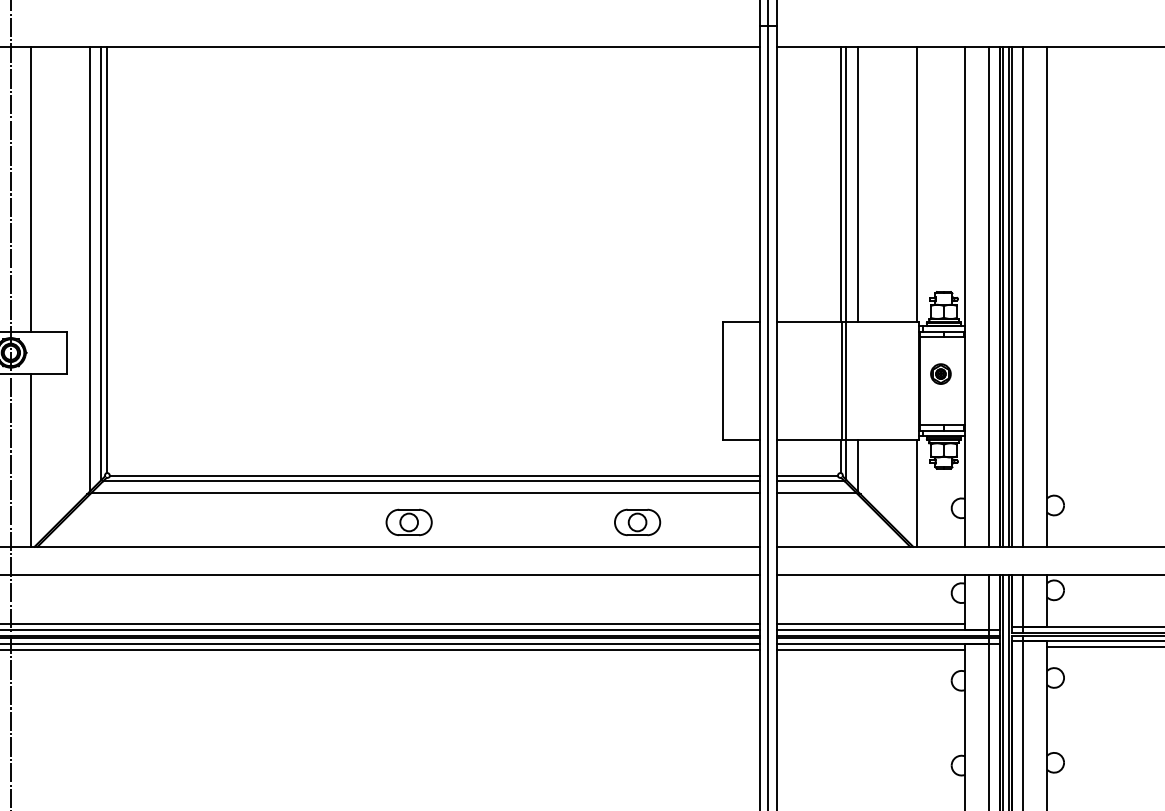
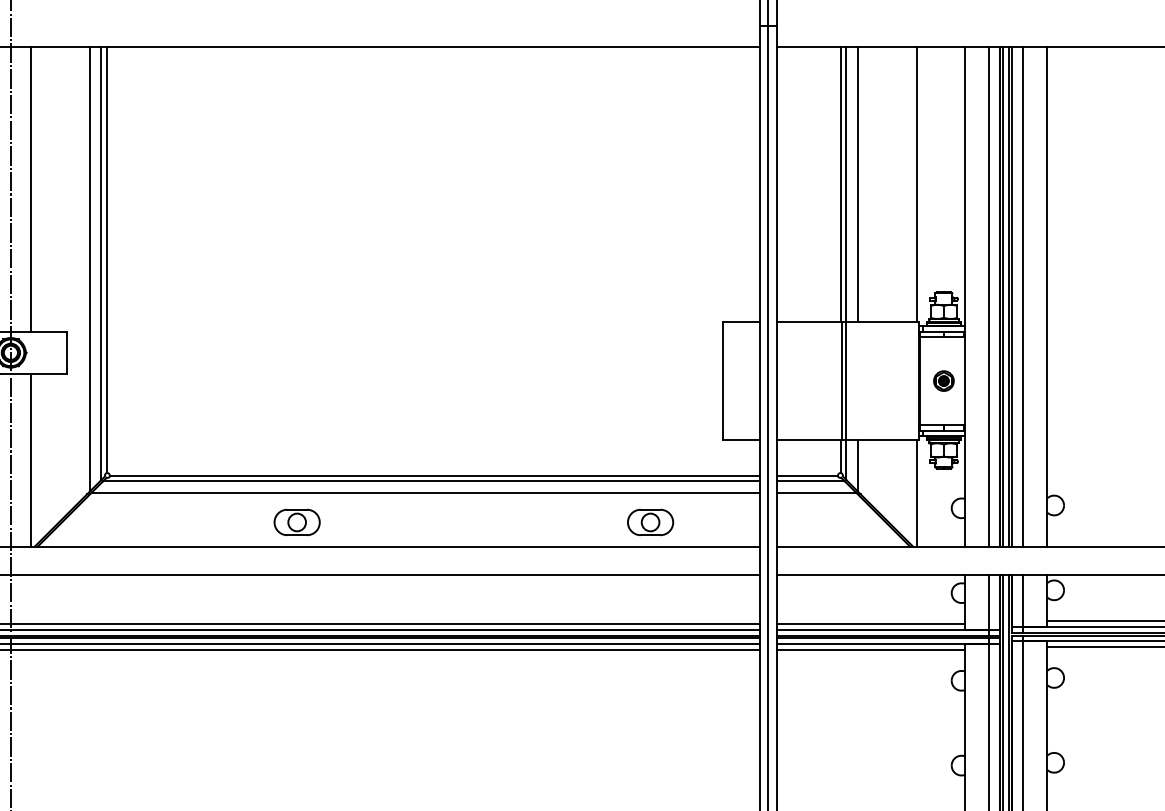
part at (940, 373) position: (940, 373) -> (943, 380)
part at (408, 522) position: (408, 522) -> (296, 522)
part at (637, 522) position: (637, 522) -> (650, 522)
line at (1104, 621): none -> present
